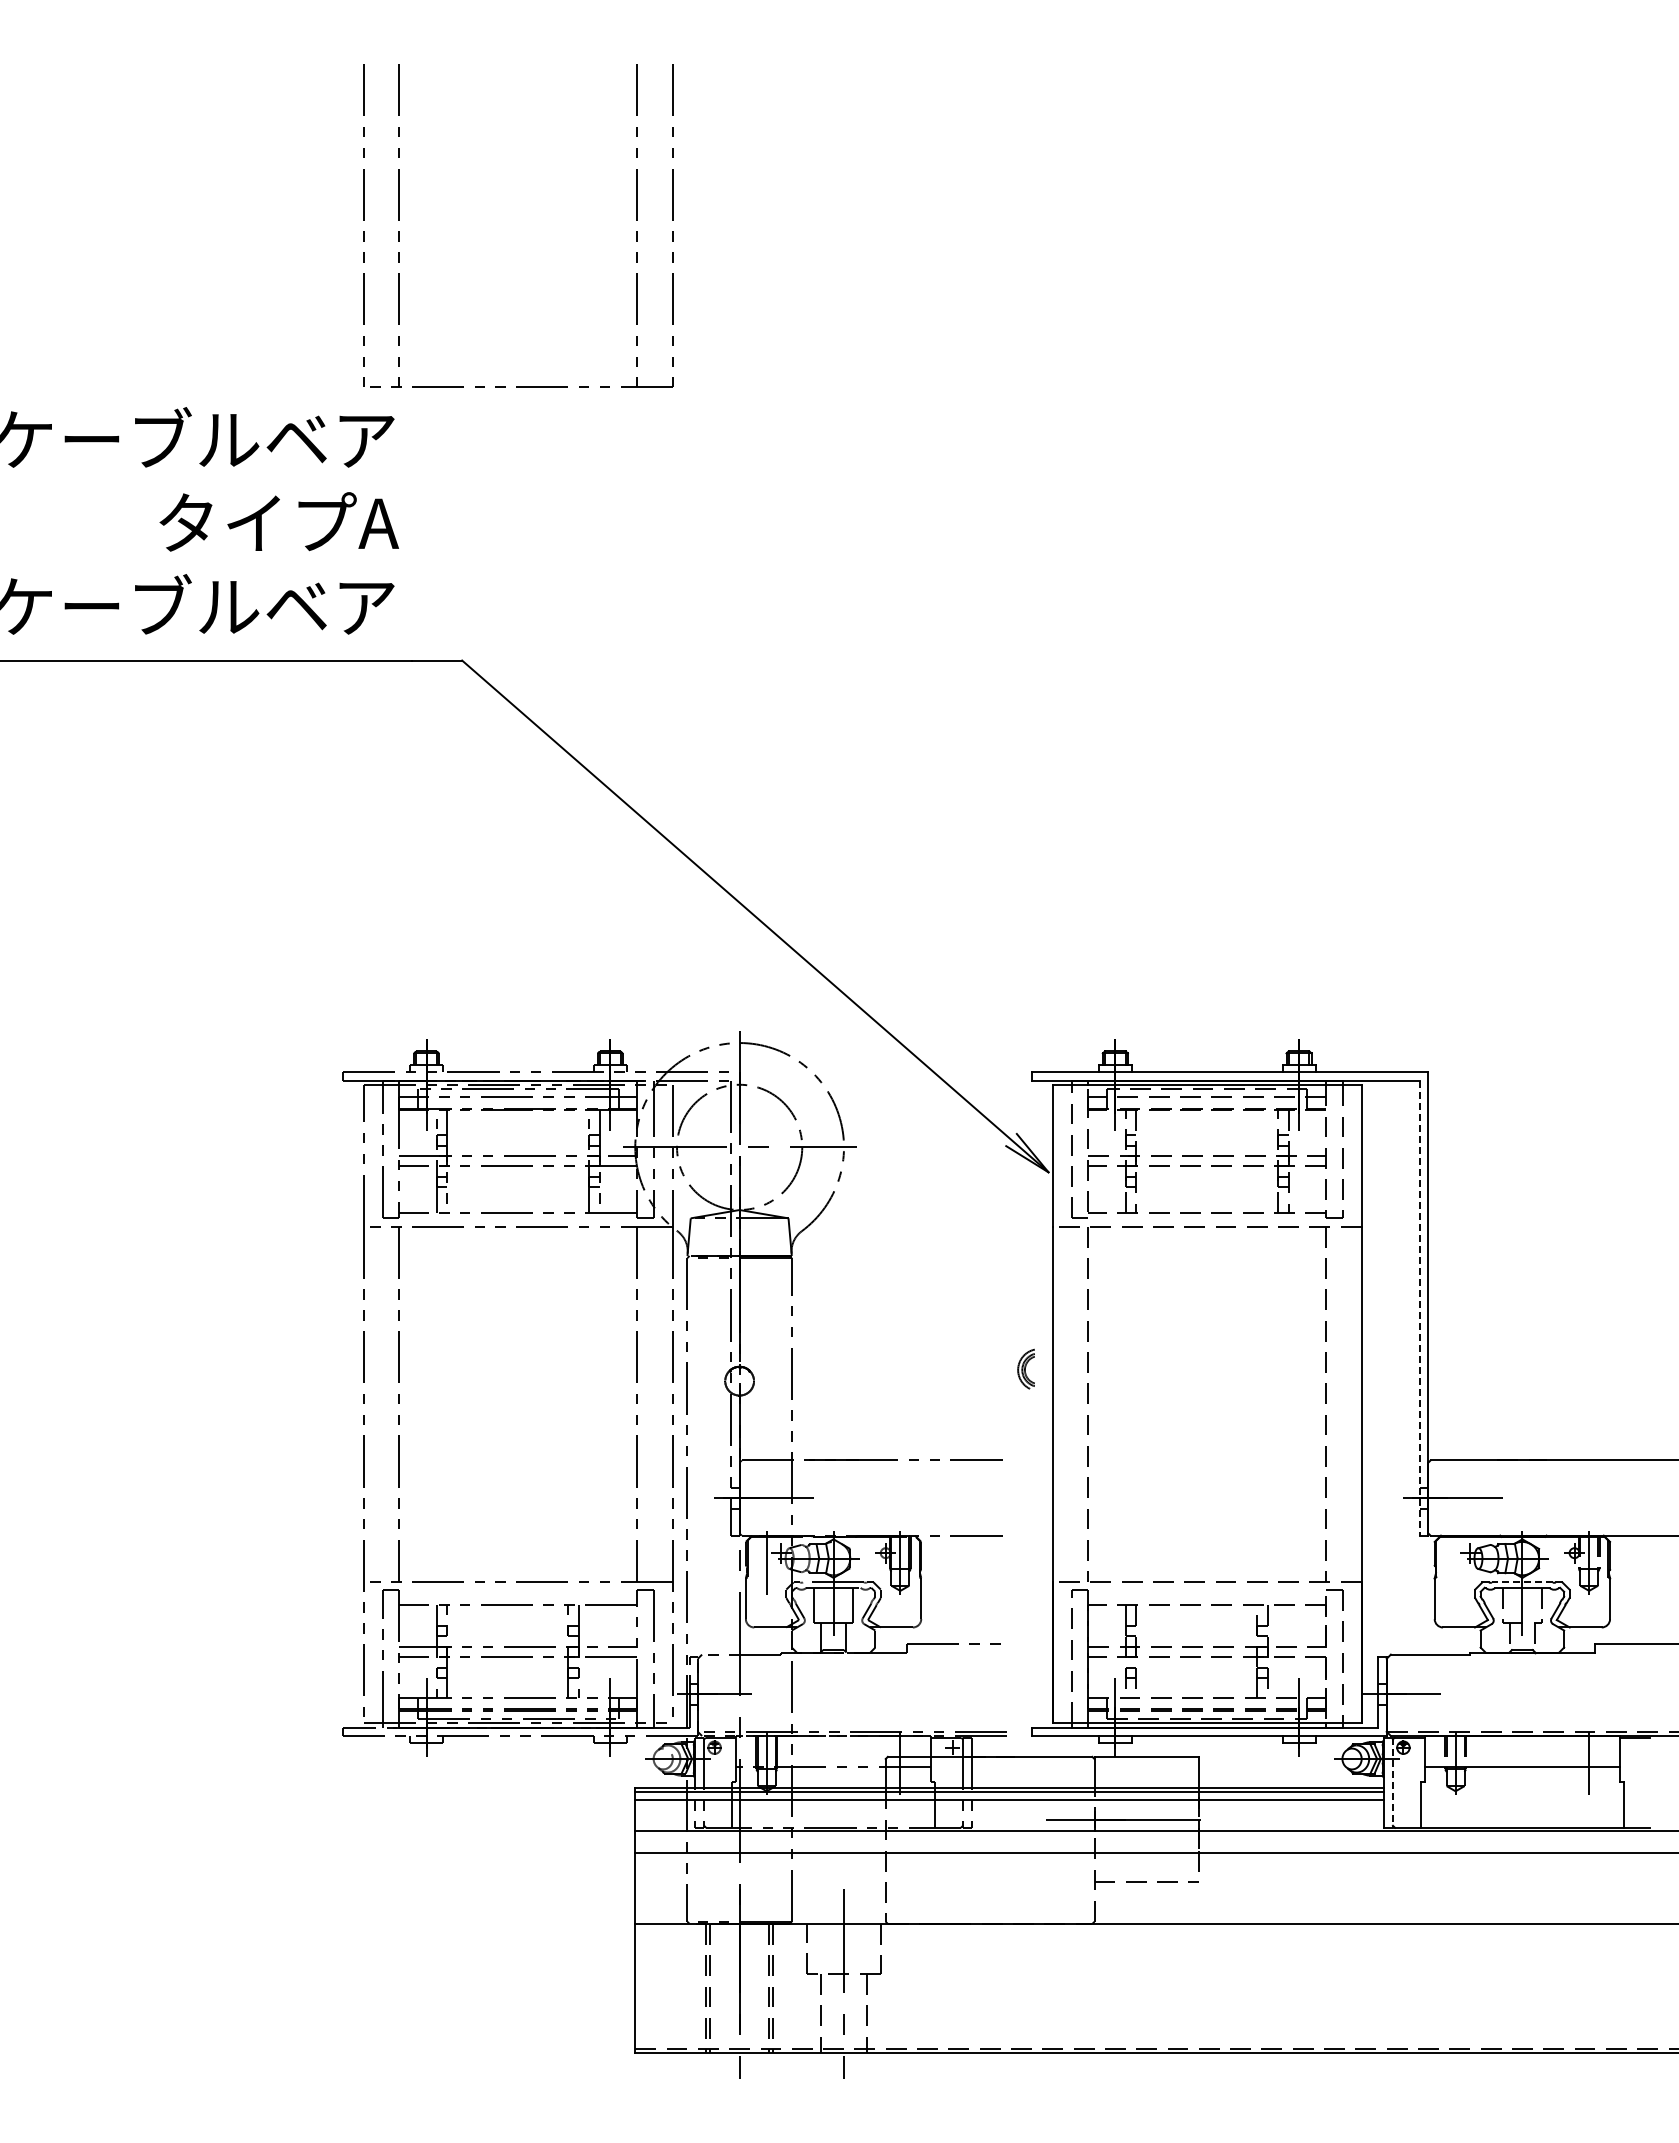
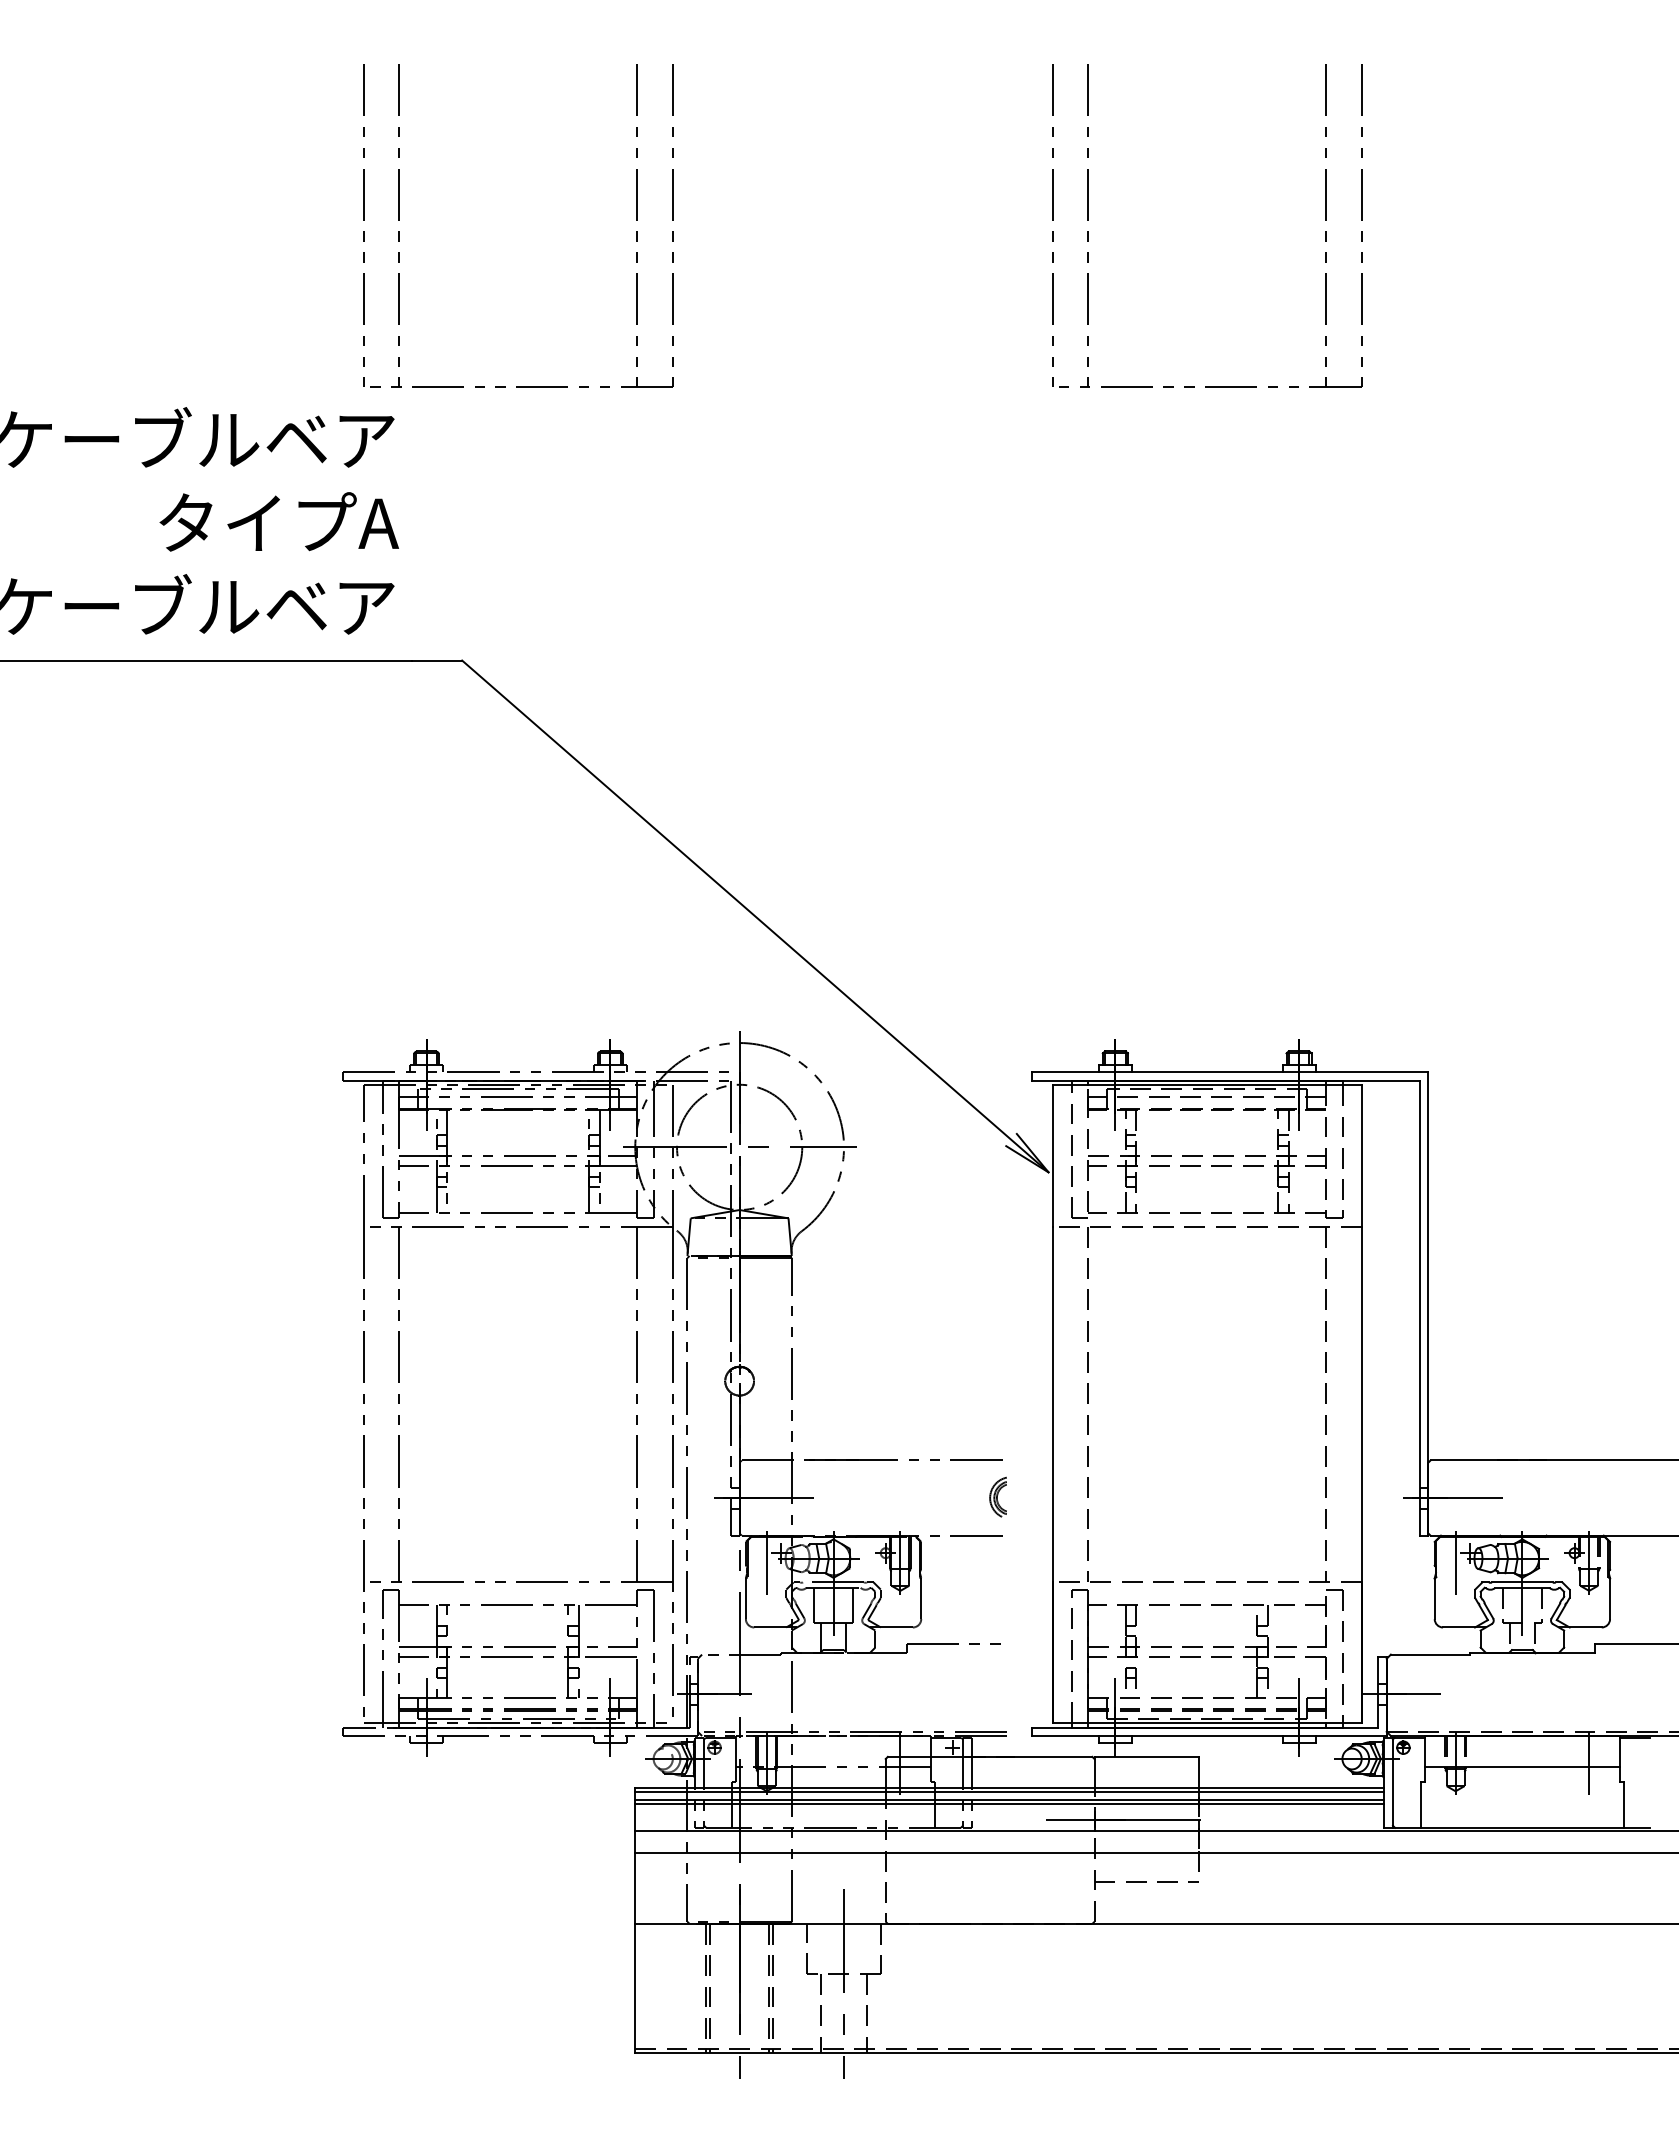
part at (1325, 220): none -> present
line at (1420, 1308): dashed -> solid
part at (1025, 1368) position: (1025, 1368) -> (997, 1496)
line at (1455, 1563): none -> present
line at (1522, 1582): dashed -> solid
line at (1392, 1783): dashed -> solid
line at (1009, 1804): none -> present
